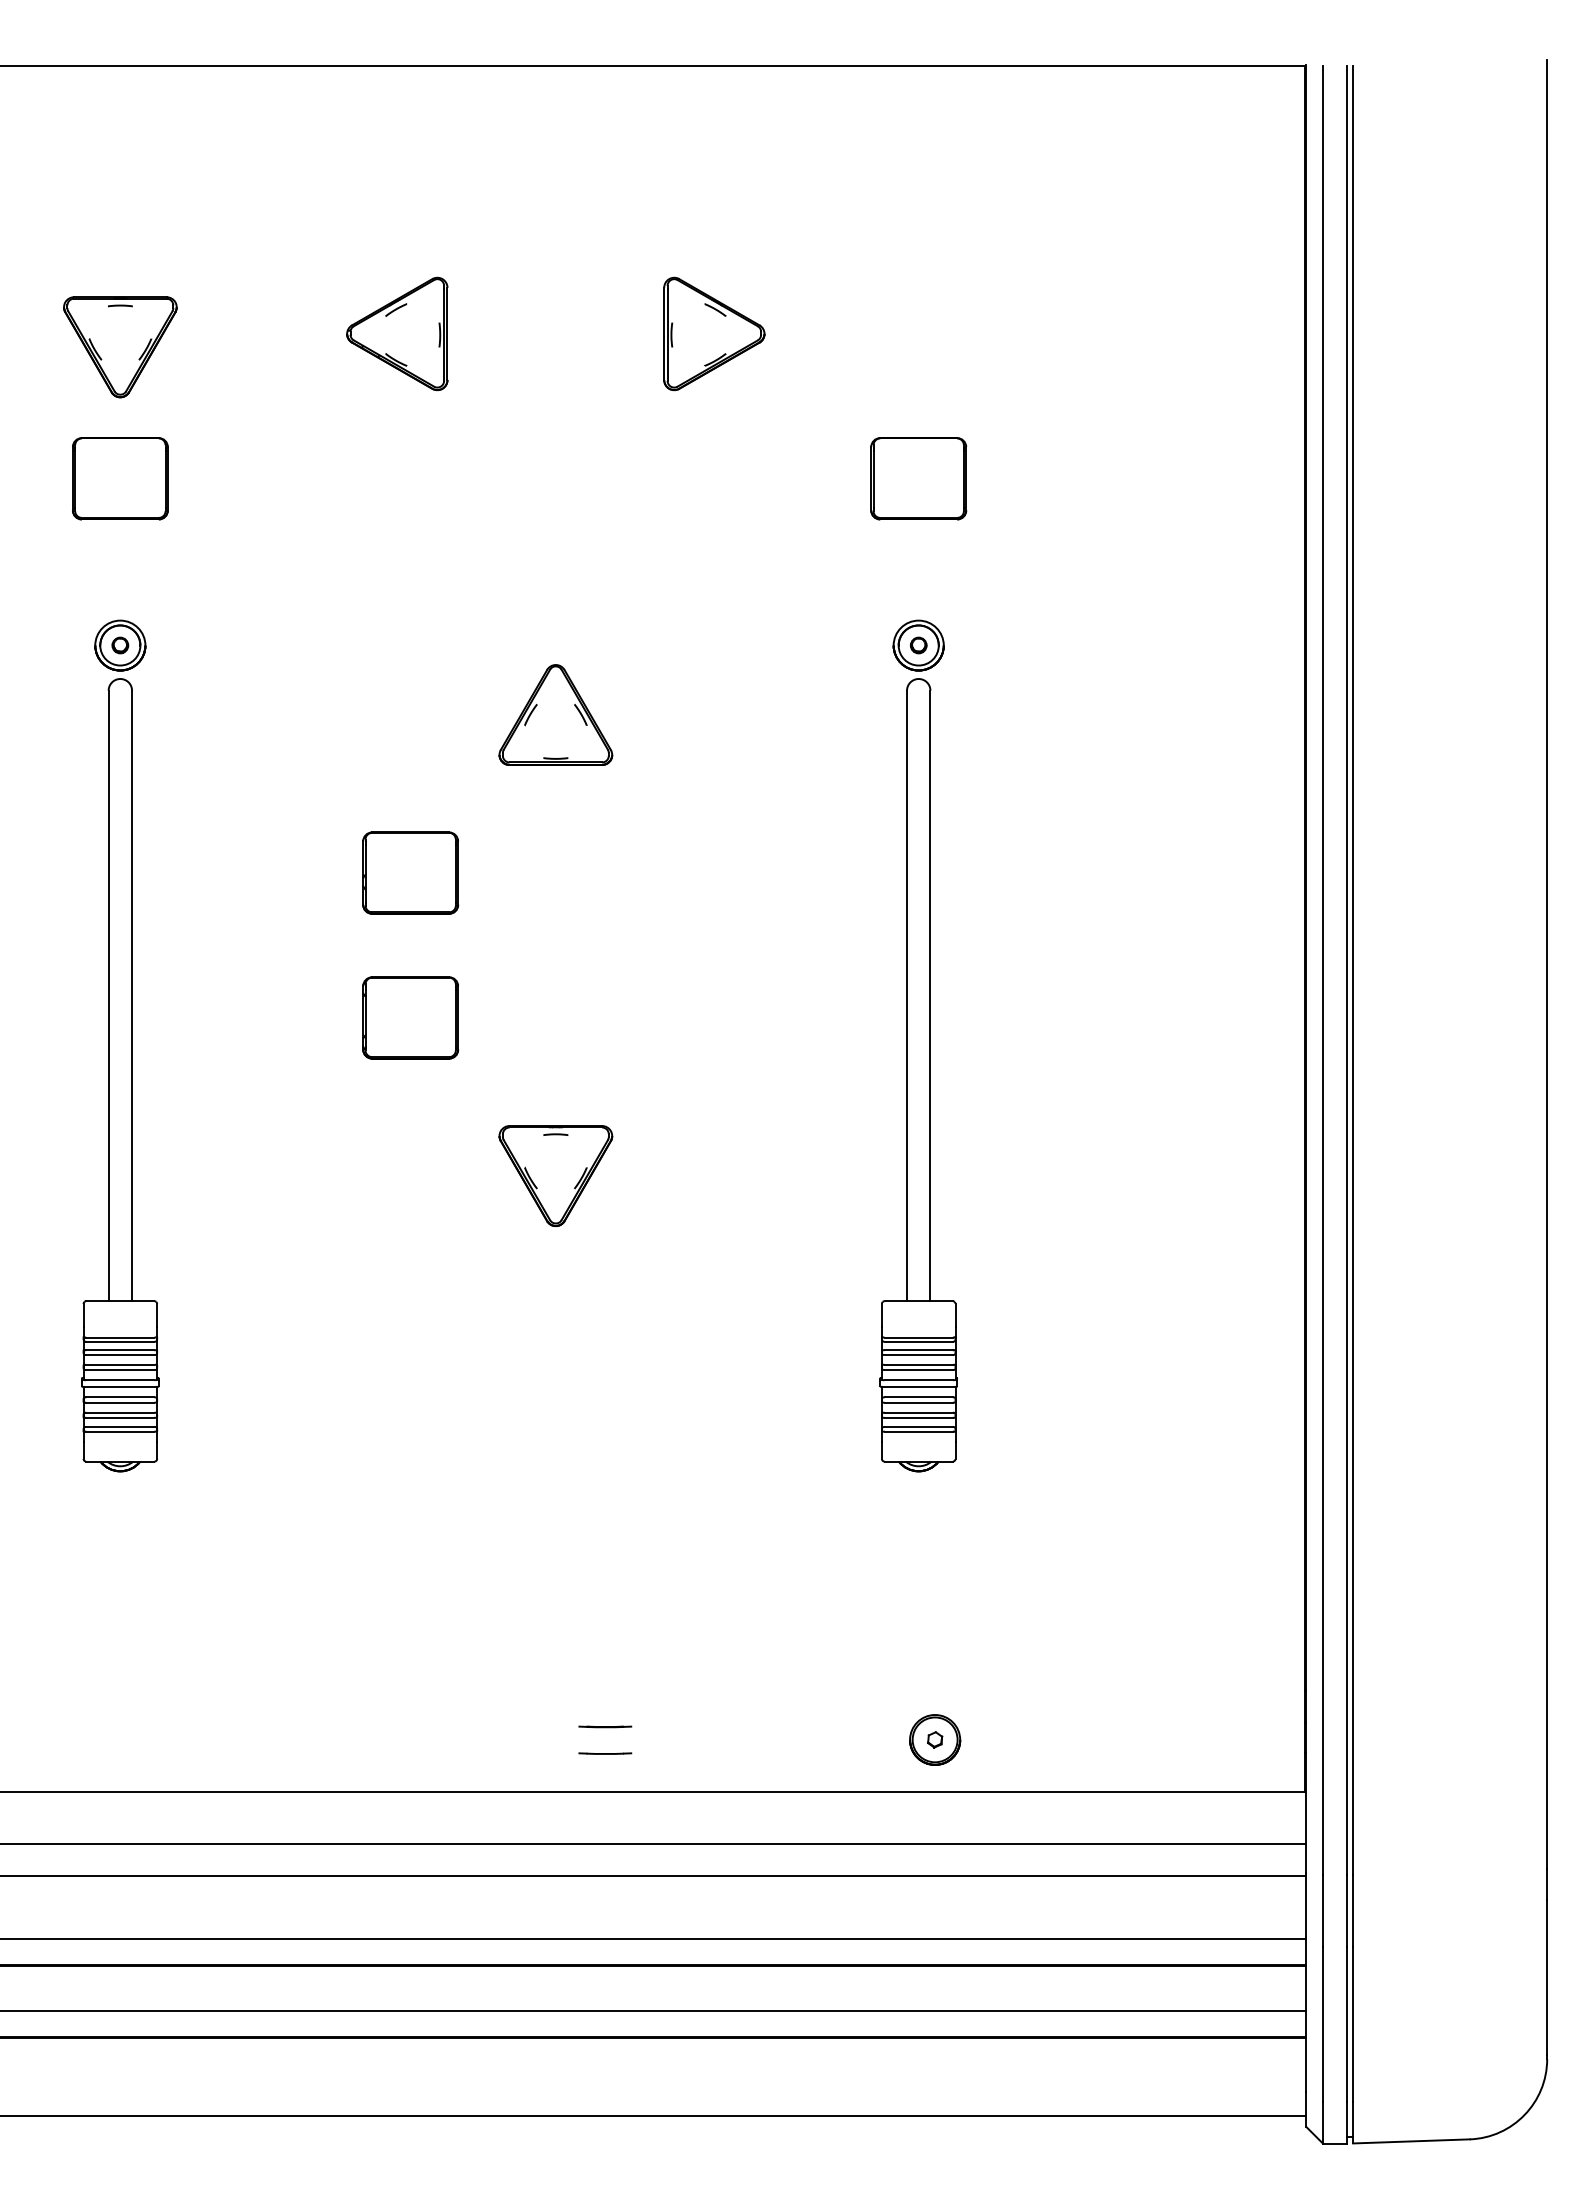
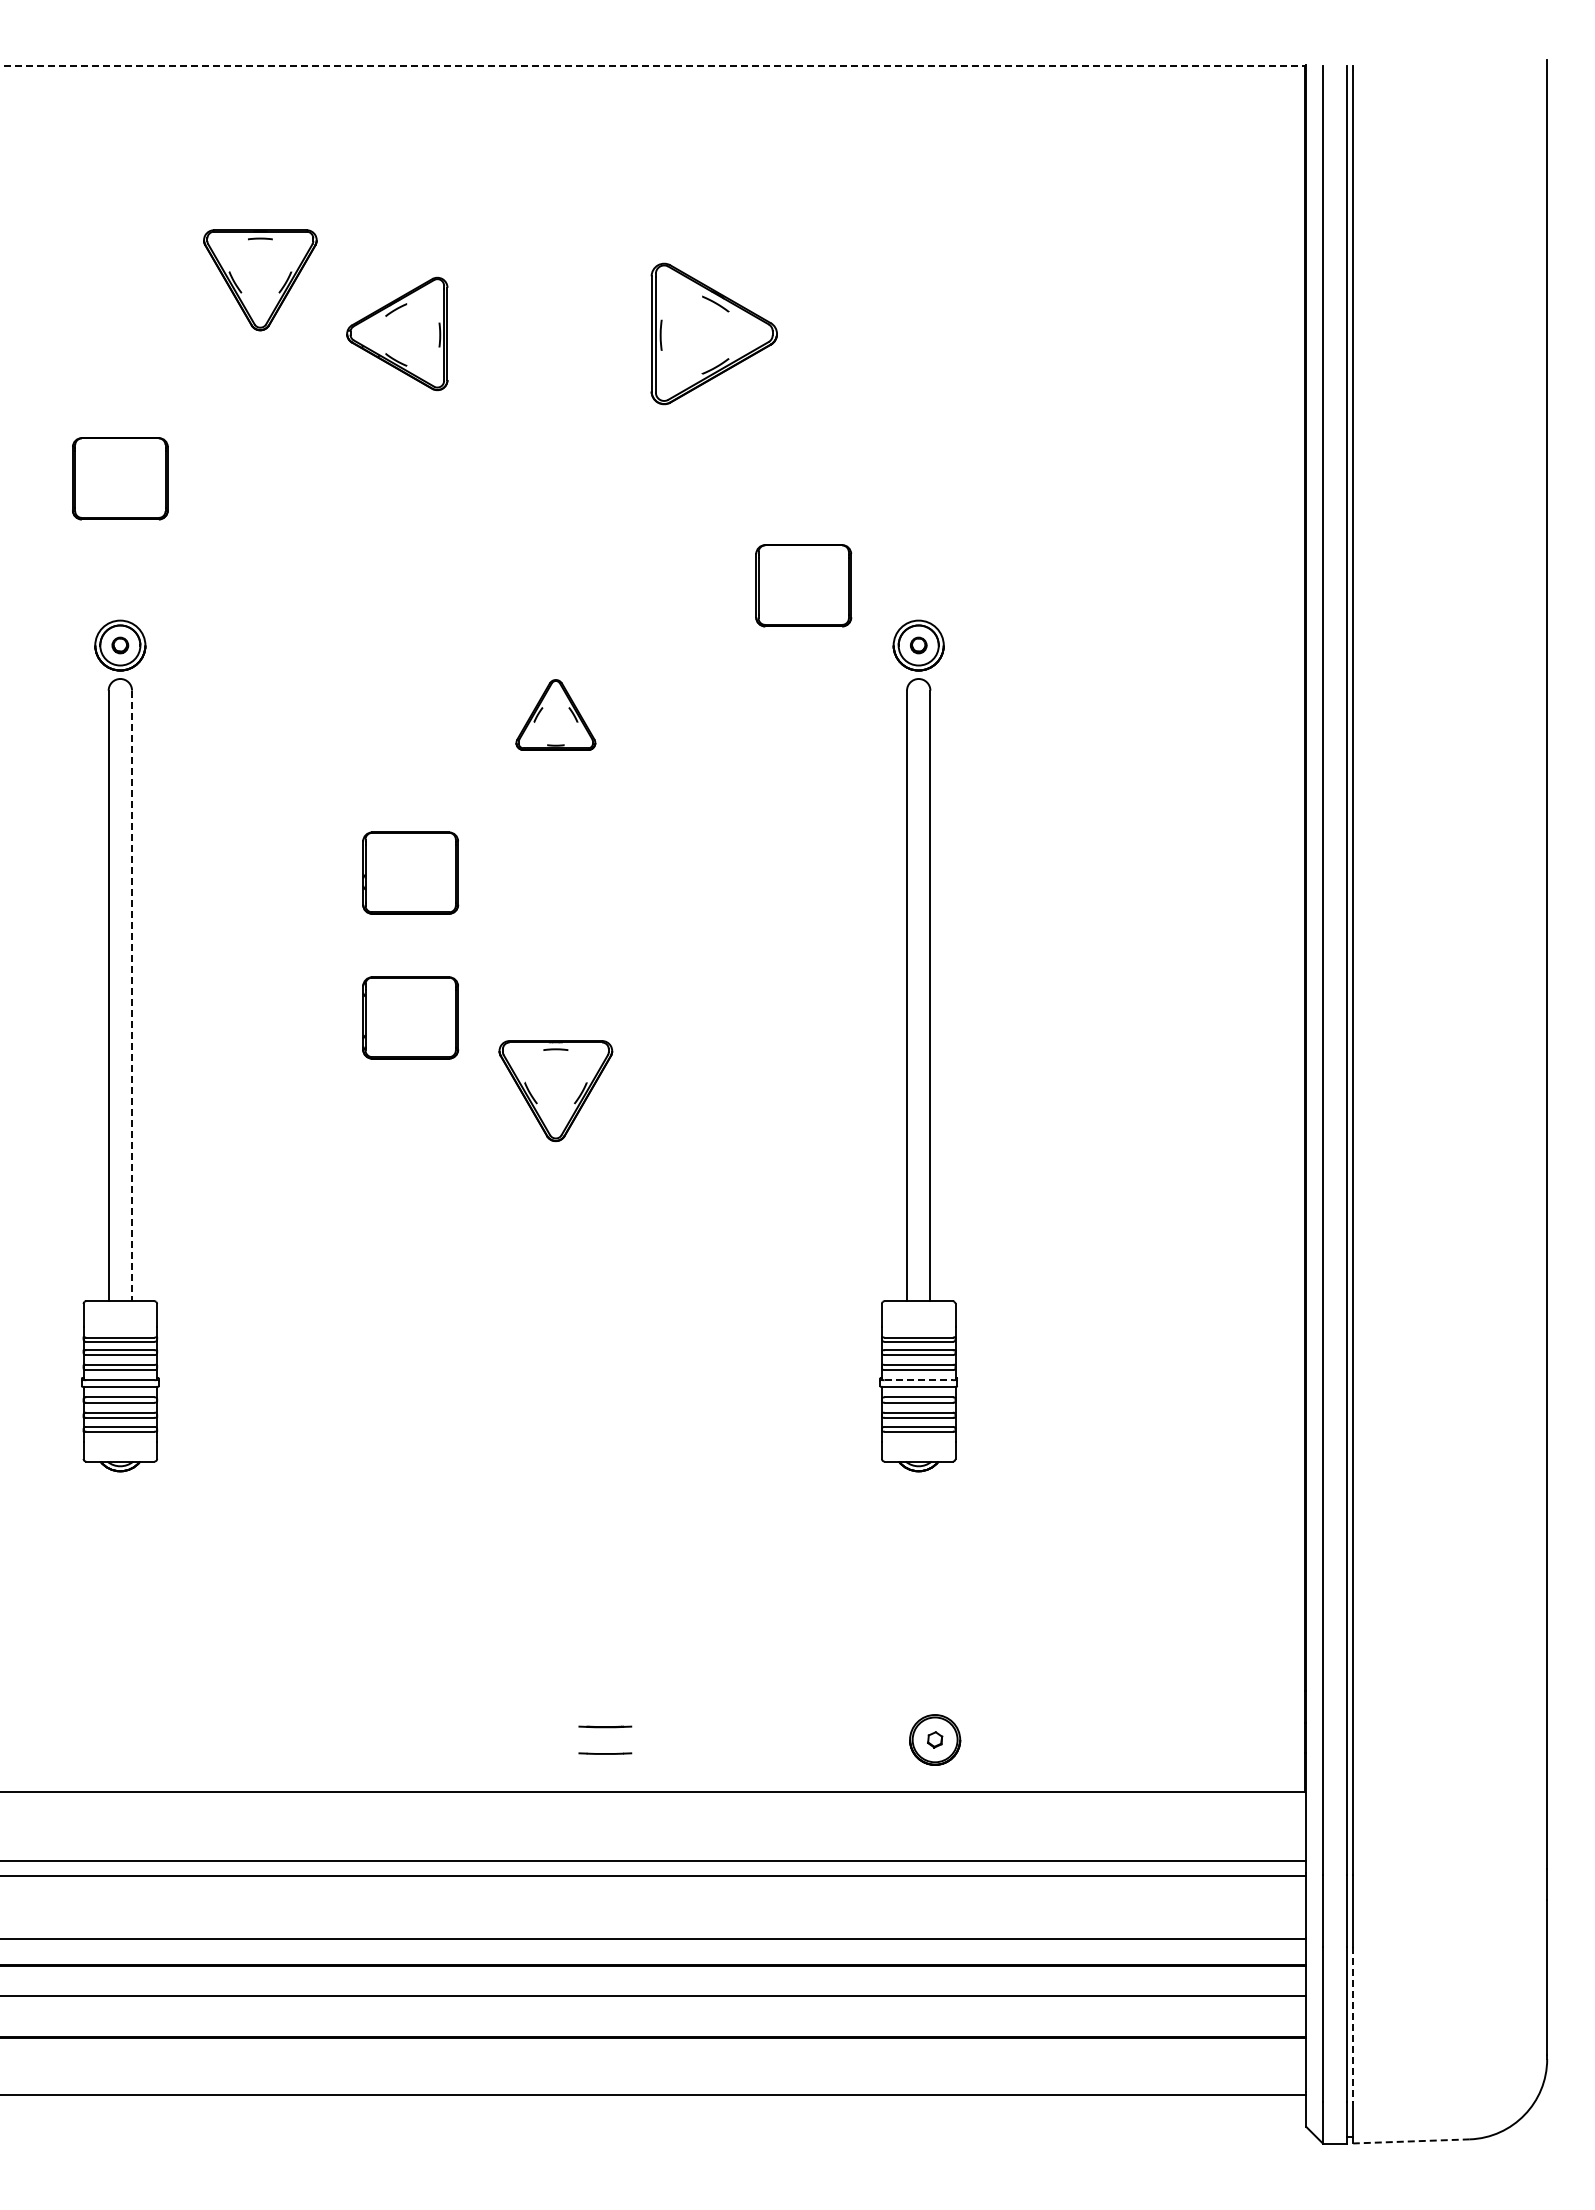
line at (652, 66): solid -> dashed
part at (714, 333) size: 103x116 px -> 128x144 px
part at (120, 347) position: (120, 347) -> (260, 280)
part at (918, 478) position: (918, 478) -> (803, 585)
part at (555, 714) size: 116x102 px -> 82x72 px
line at (132, 996): solid -> dashed
part at (555, 1176) position: (555, 1176) -> (555, 1091)
line at (919, 1380): solid -> dashed
line at (654, 1843) position: (654, 1843) -> (654, 1860)
line at (654, 2011) position: (654, 2011) -> (654, 1996)
line at (1353, 2024): solid -> dashed
line at (654, 2115) position: (654, 2115) -> (654, 2094)
line at (1410, 2141): solid -> dashed
